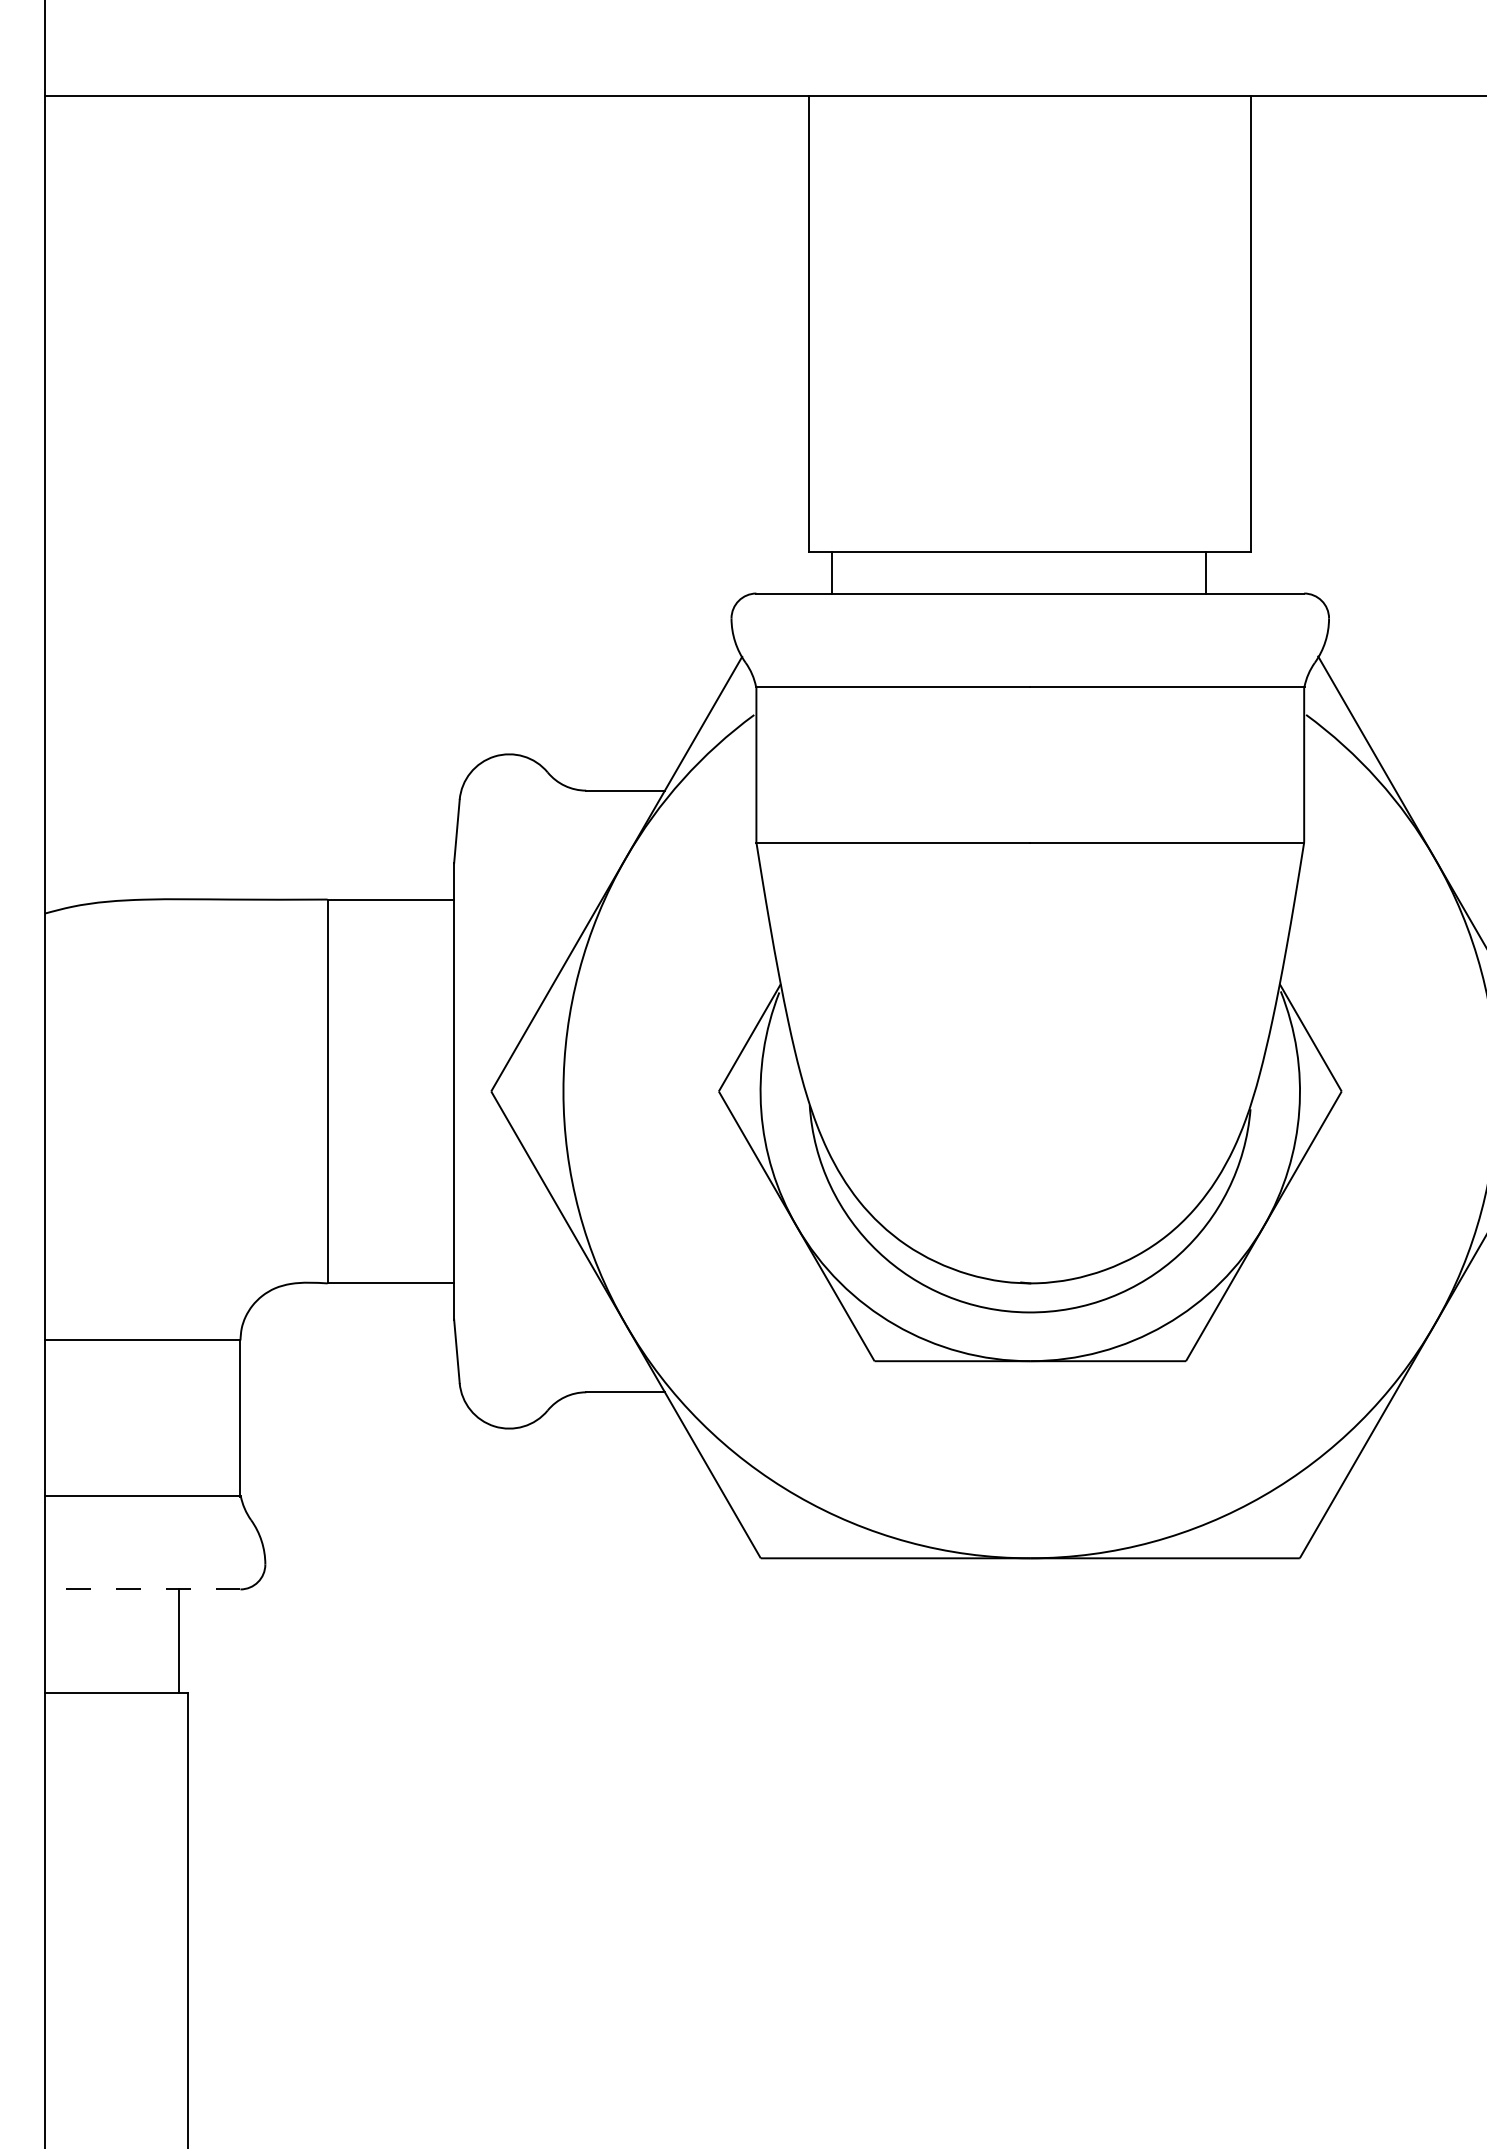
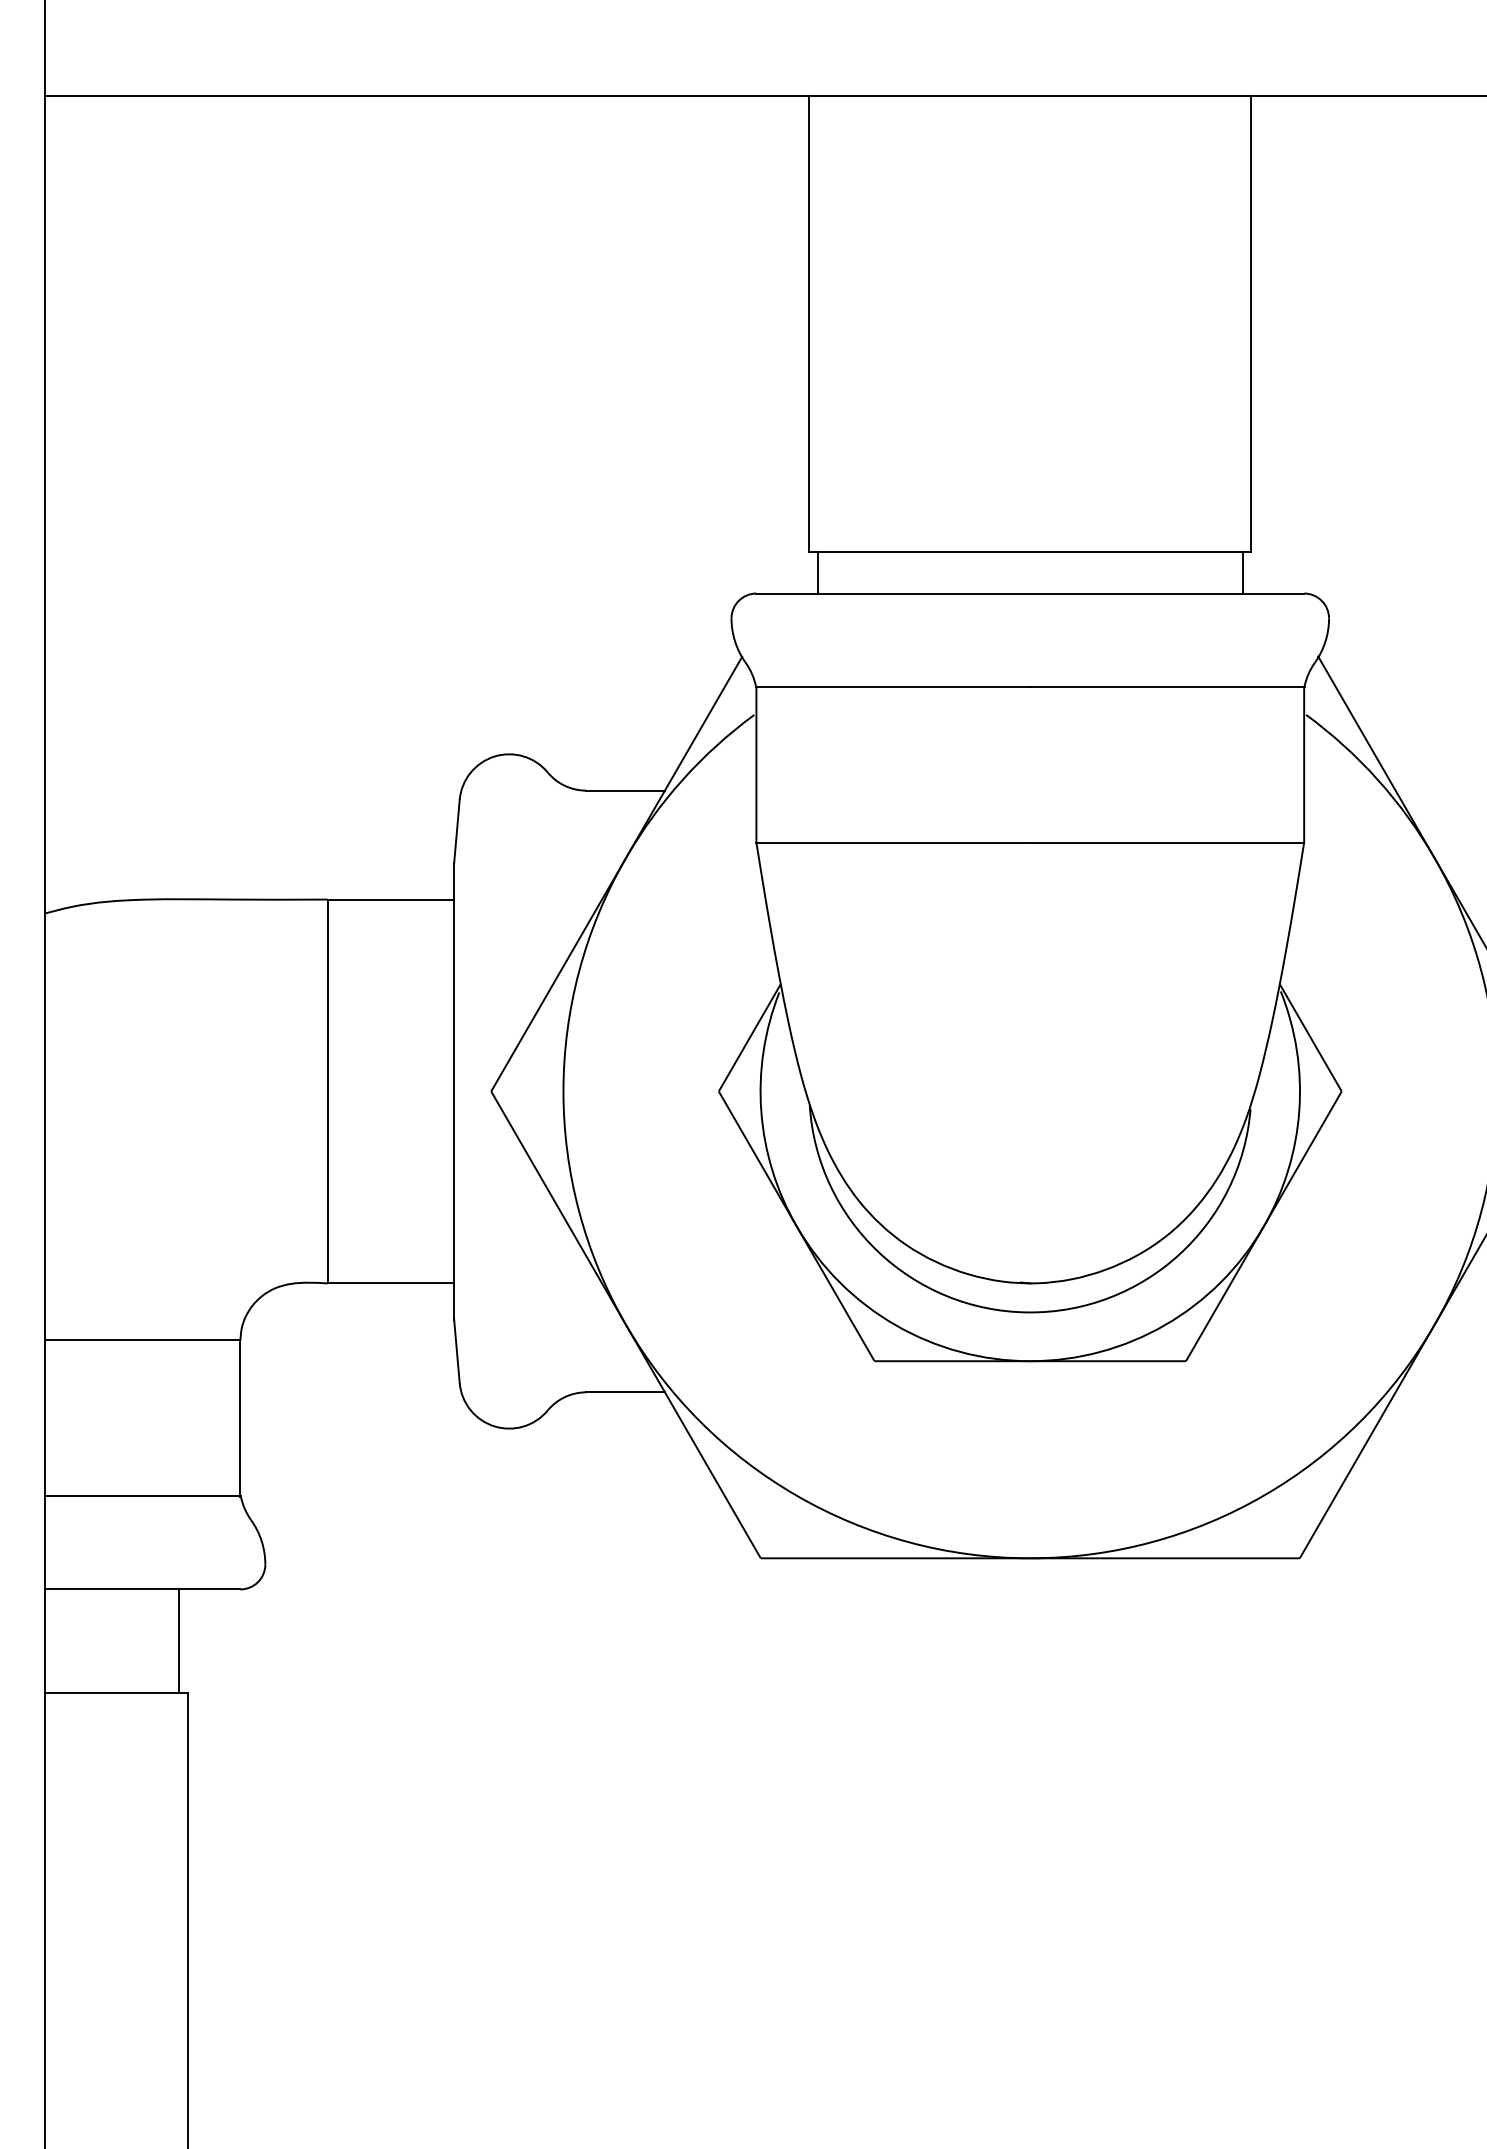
line at (831, 572) position: (831, 572) -> (817, 572)
line at (1205, 572) position: (1205, 572) -> (1242, 572)
line at (142, 1589): dashed -> solid
